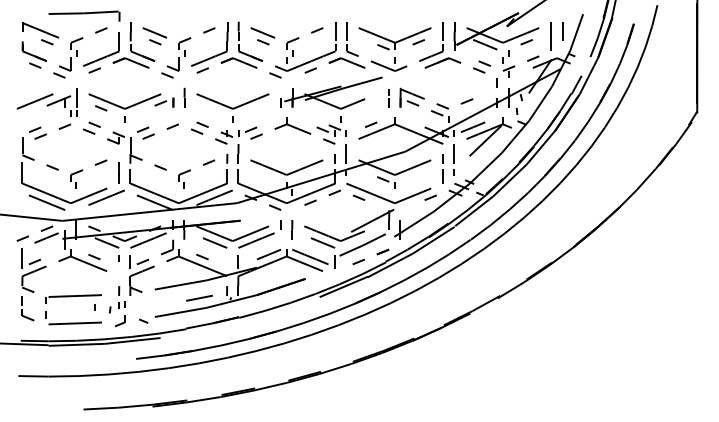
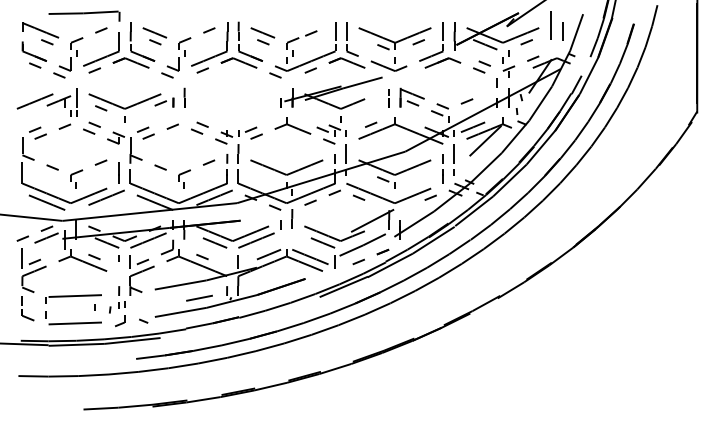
line at (317, 30) position: (317, 30) -> (311, 33)
line at (550, 36) position: (550, 36) -> (550, 25)
part at (232, 107): present -> none
line at (292, 229) position: (292, 229) -> (292, 218)
